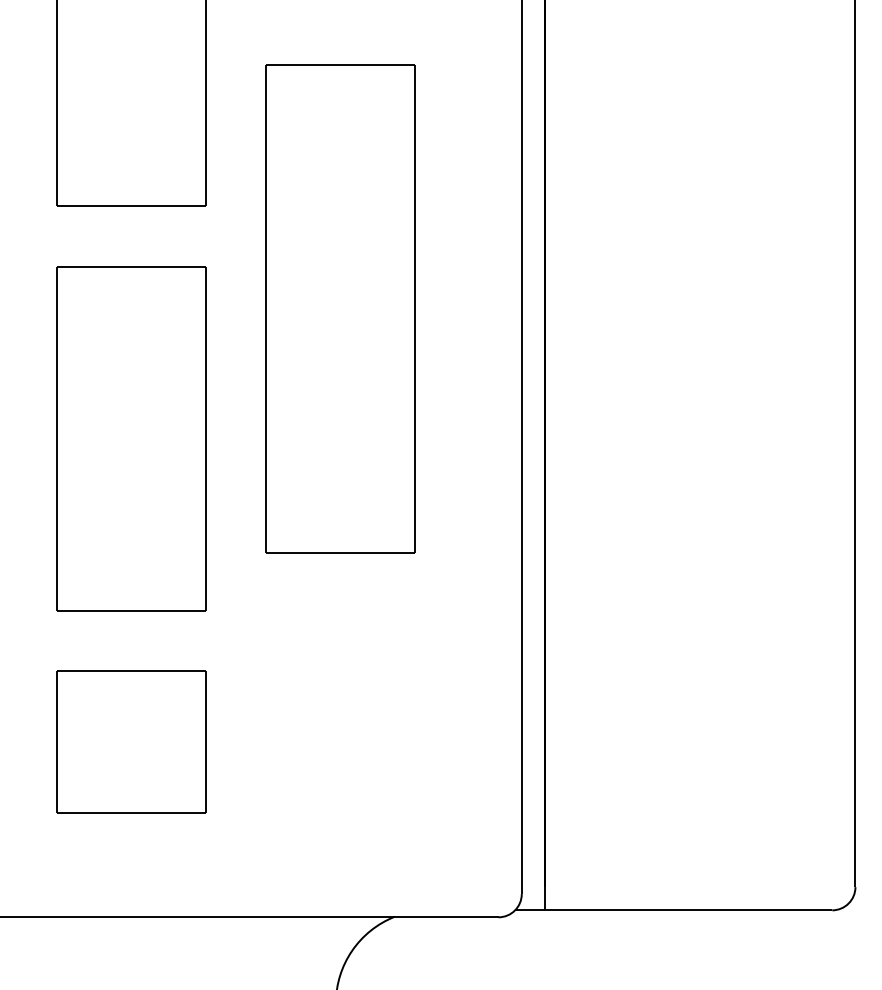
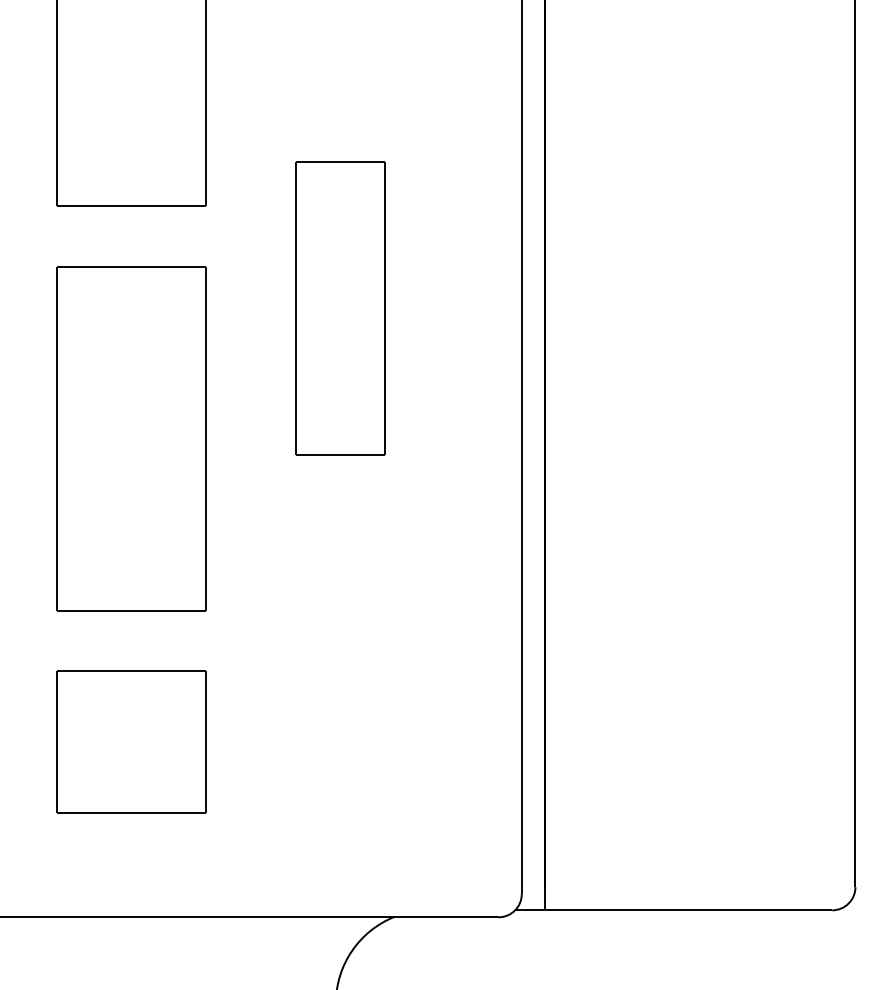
part at (340, 308) size: 151x490 px -> 91x295 px
